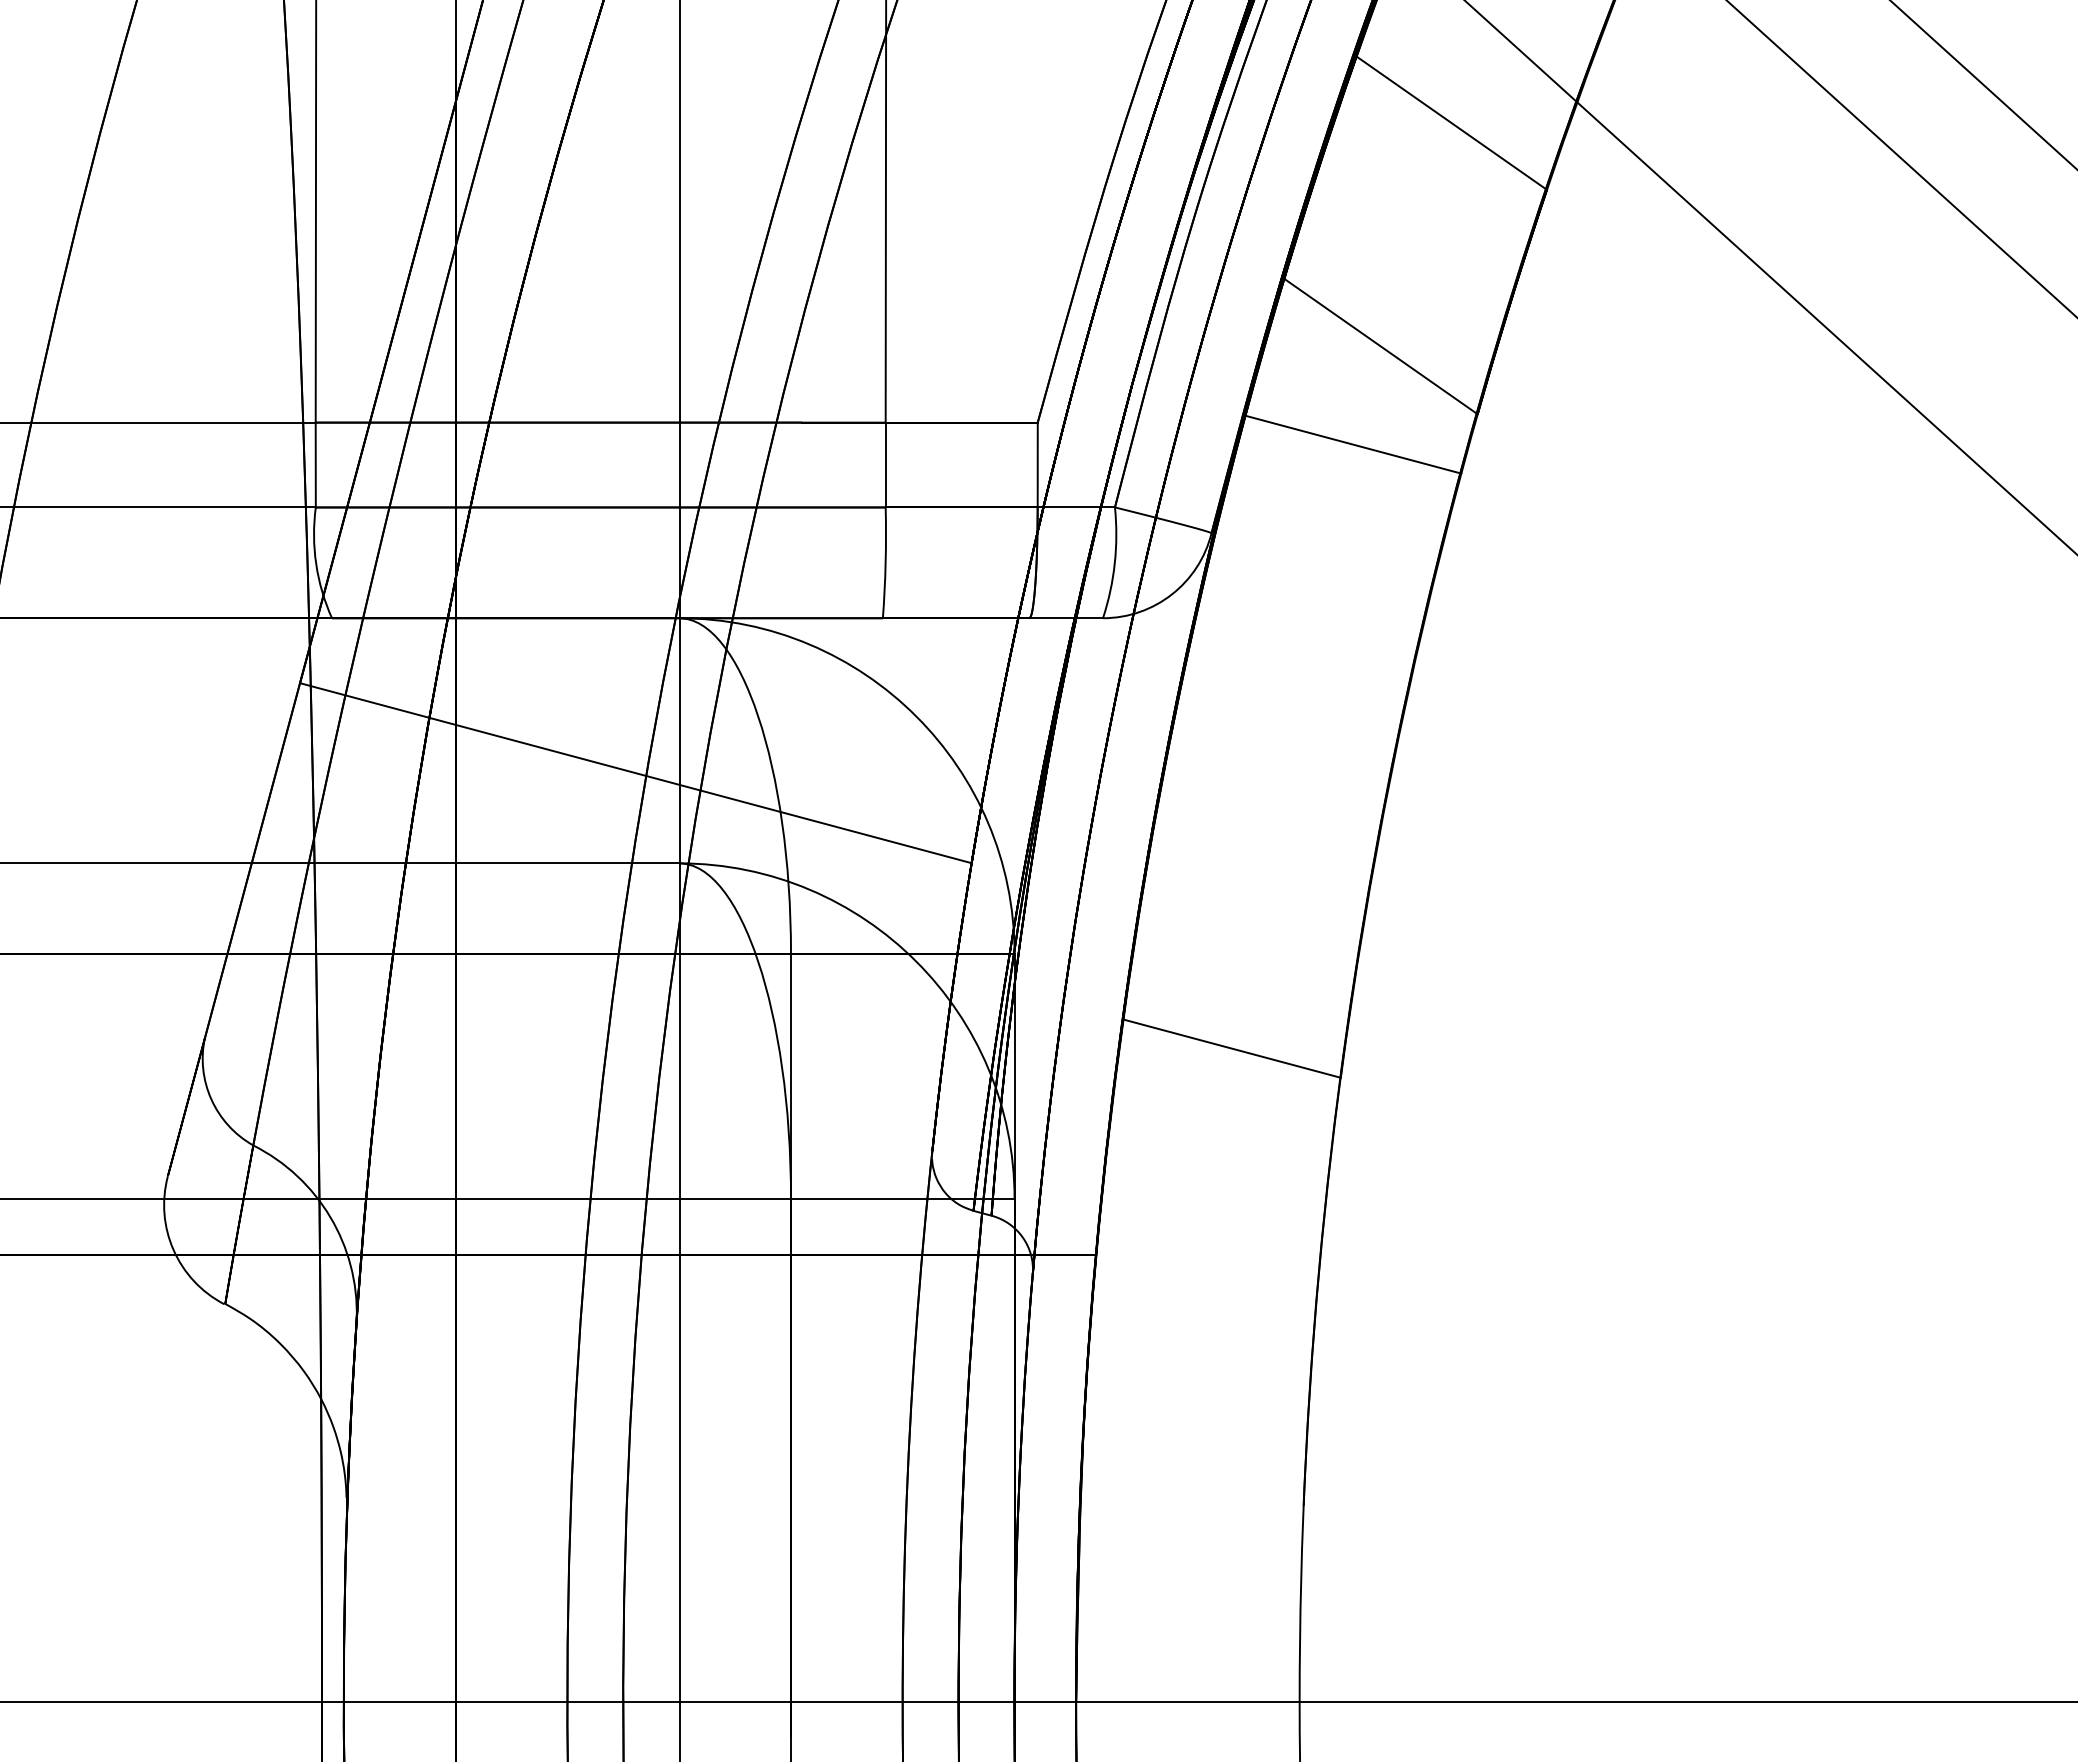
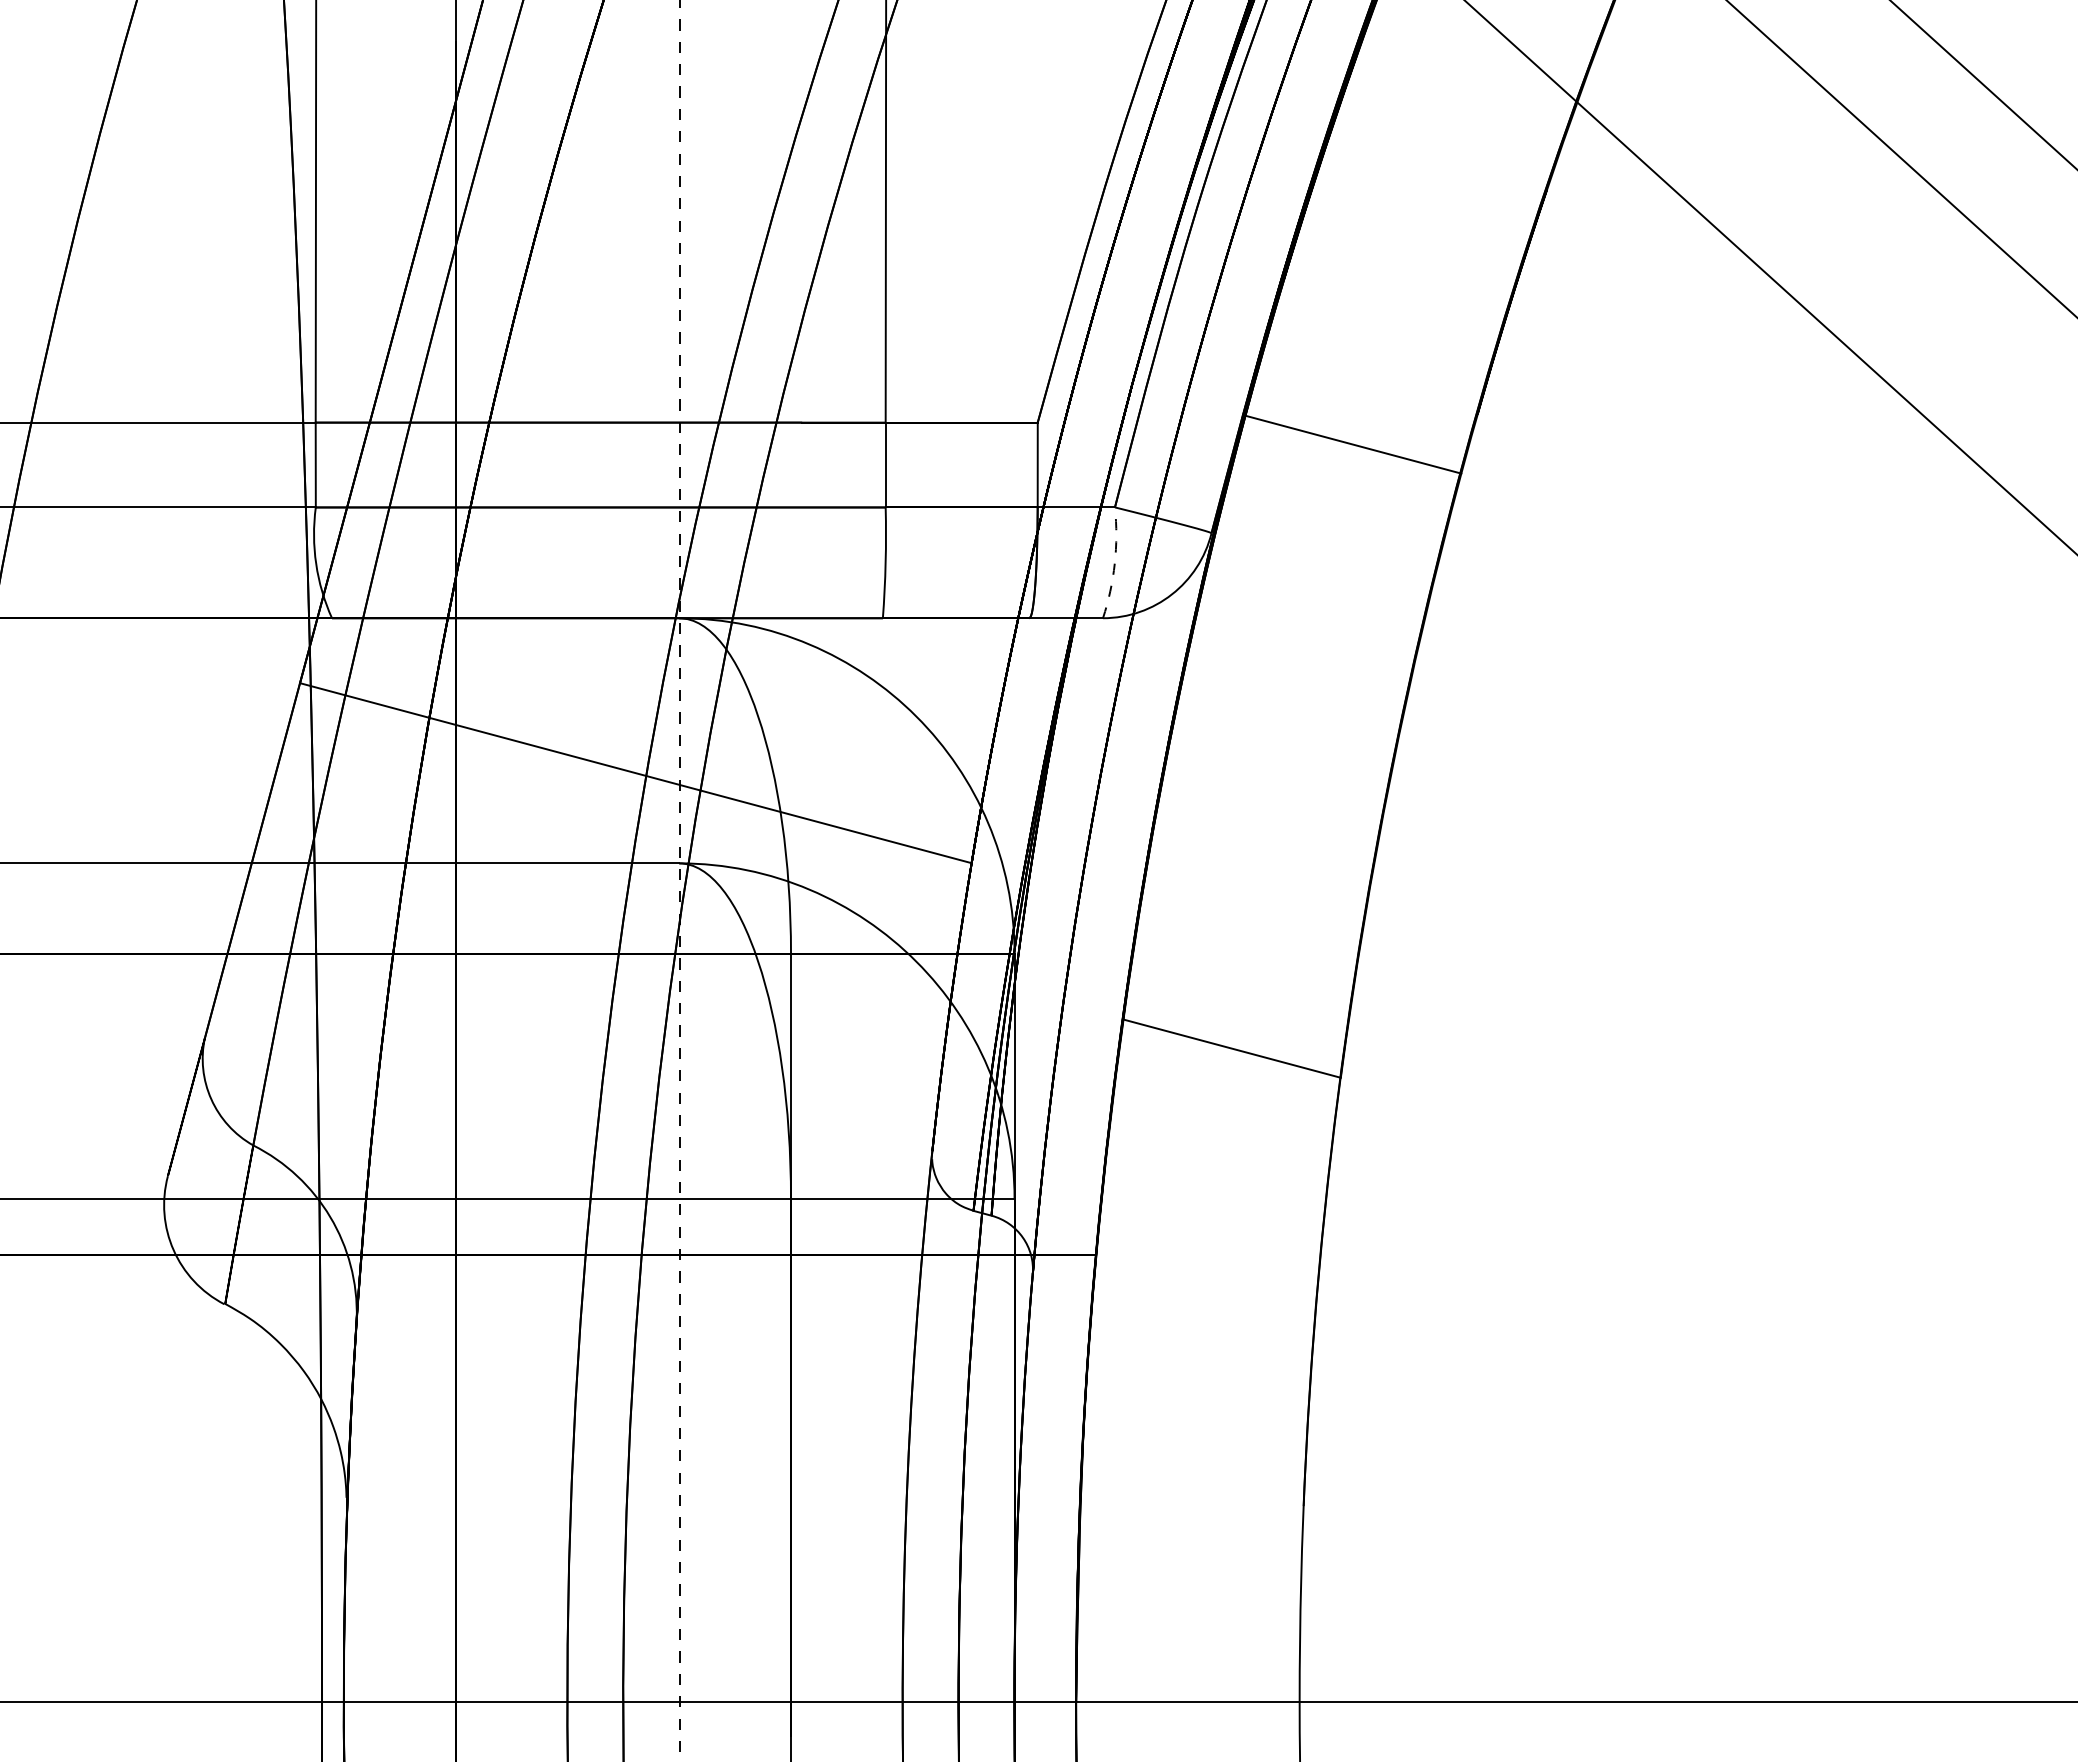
line at (1451, 122): present -> none
line at (1380, 346): present -> none
arc at (1114, 563): solid -> dashed
line at (680, 880): solid -> dashed
